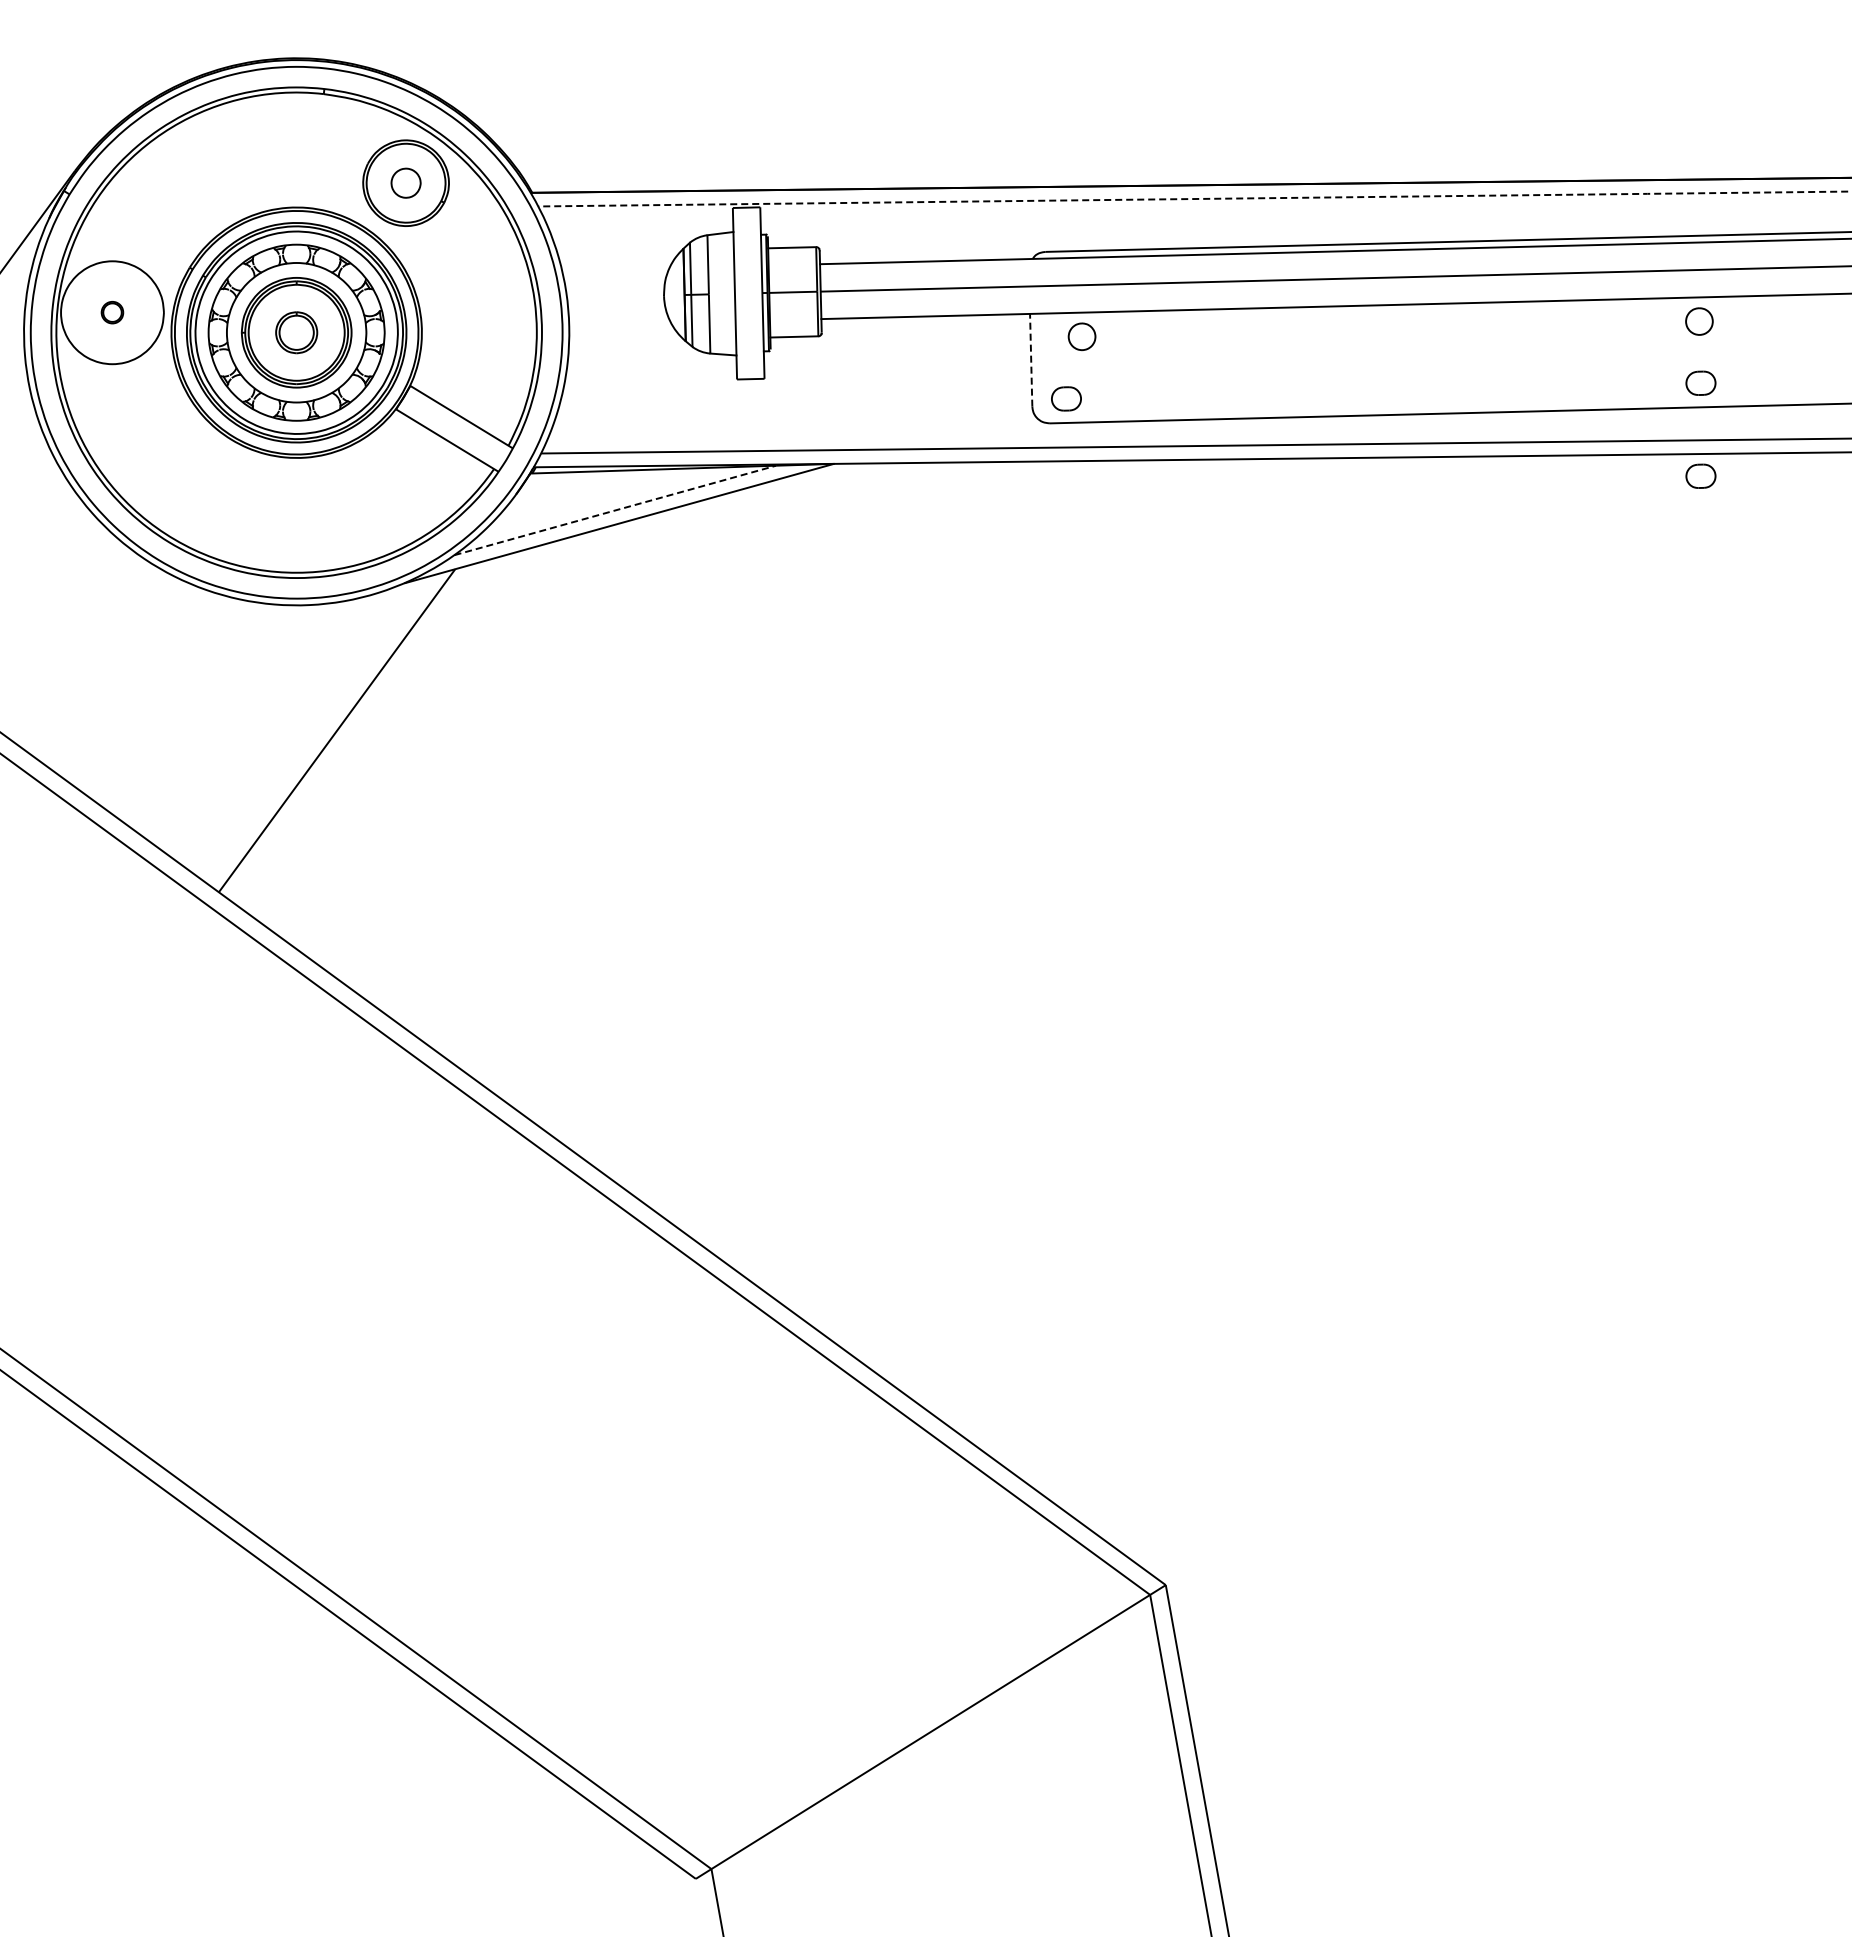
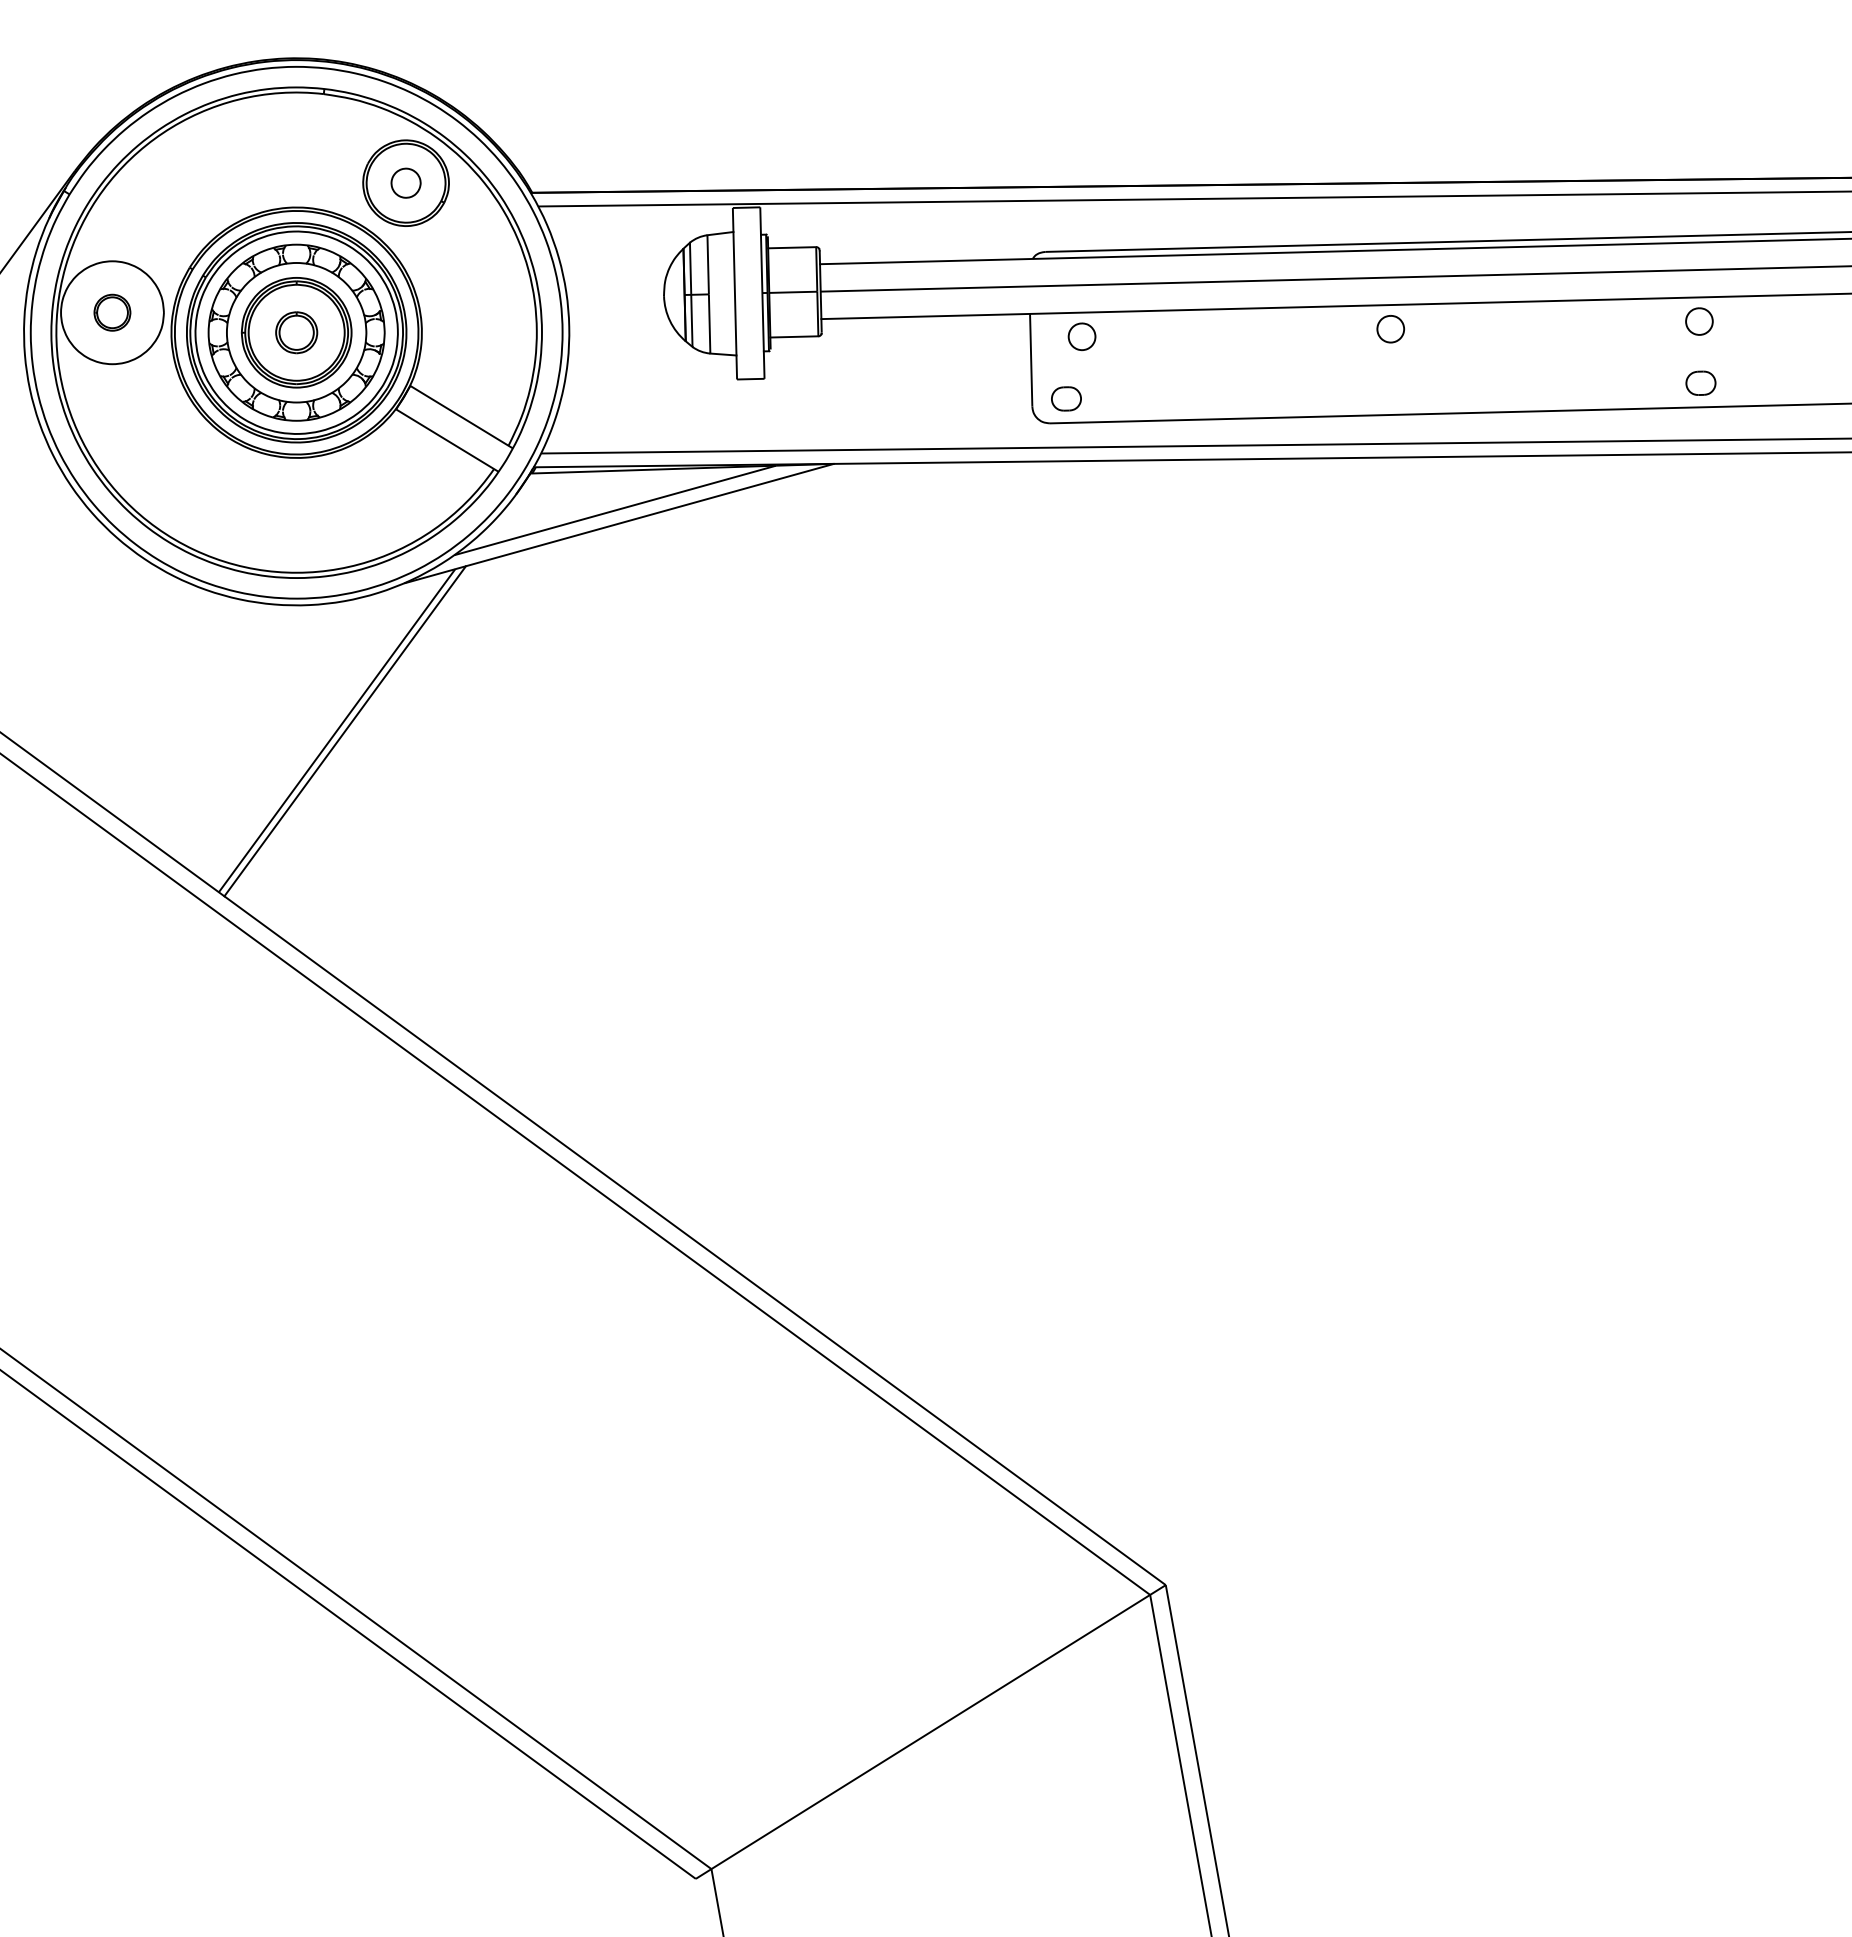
line at (1194, 199): dashed -> solid
part at (112, 312) size: 25x24 px -> 39x39 px
part at (1390, 329): none -> present
line at (1031, 359): dashed -> solid
part at (1700, 475): present -> none
line at (616, 510): dashed -> solid
line at (344, 731): none -> present
